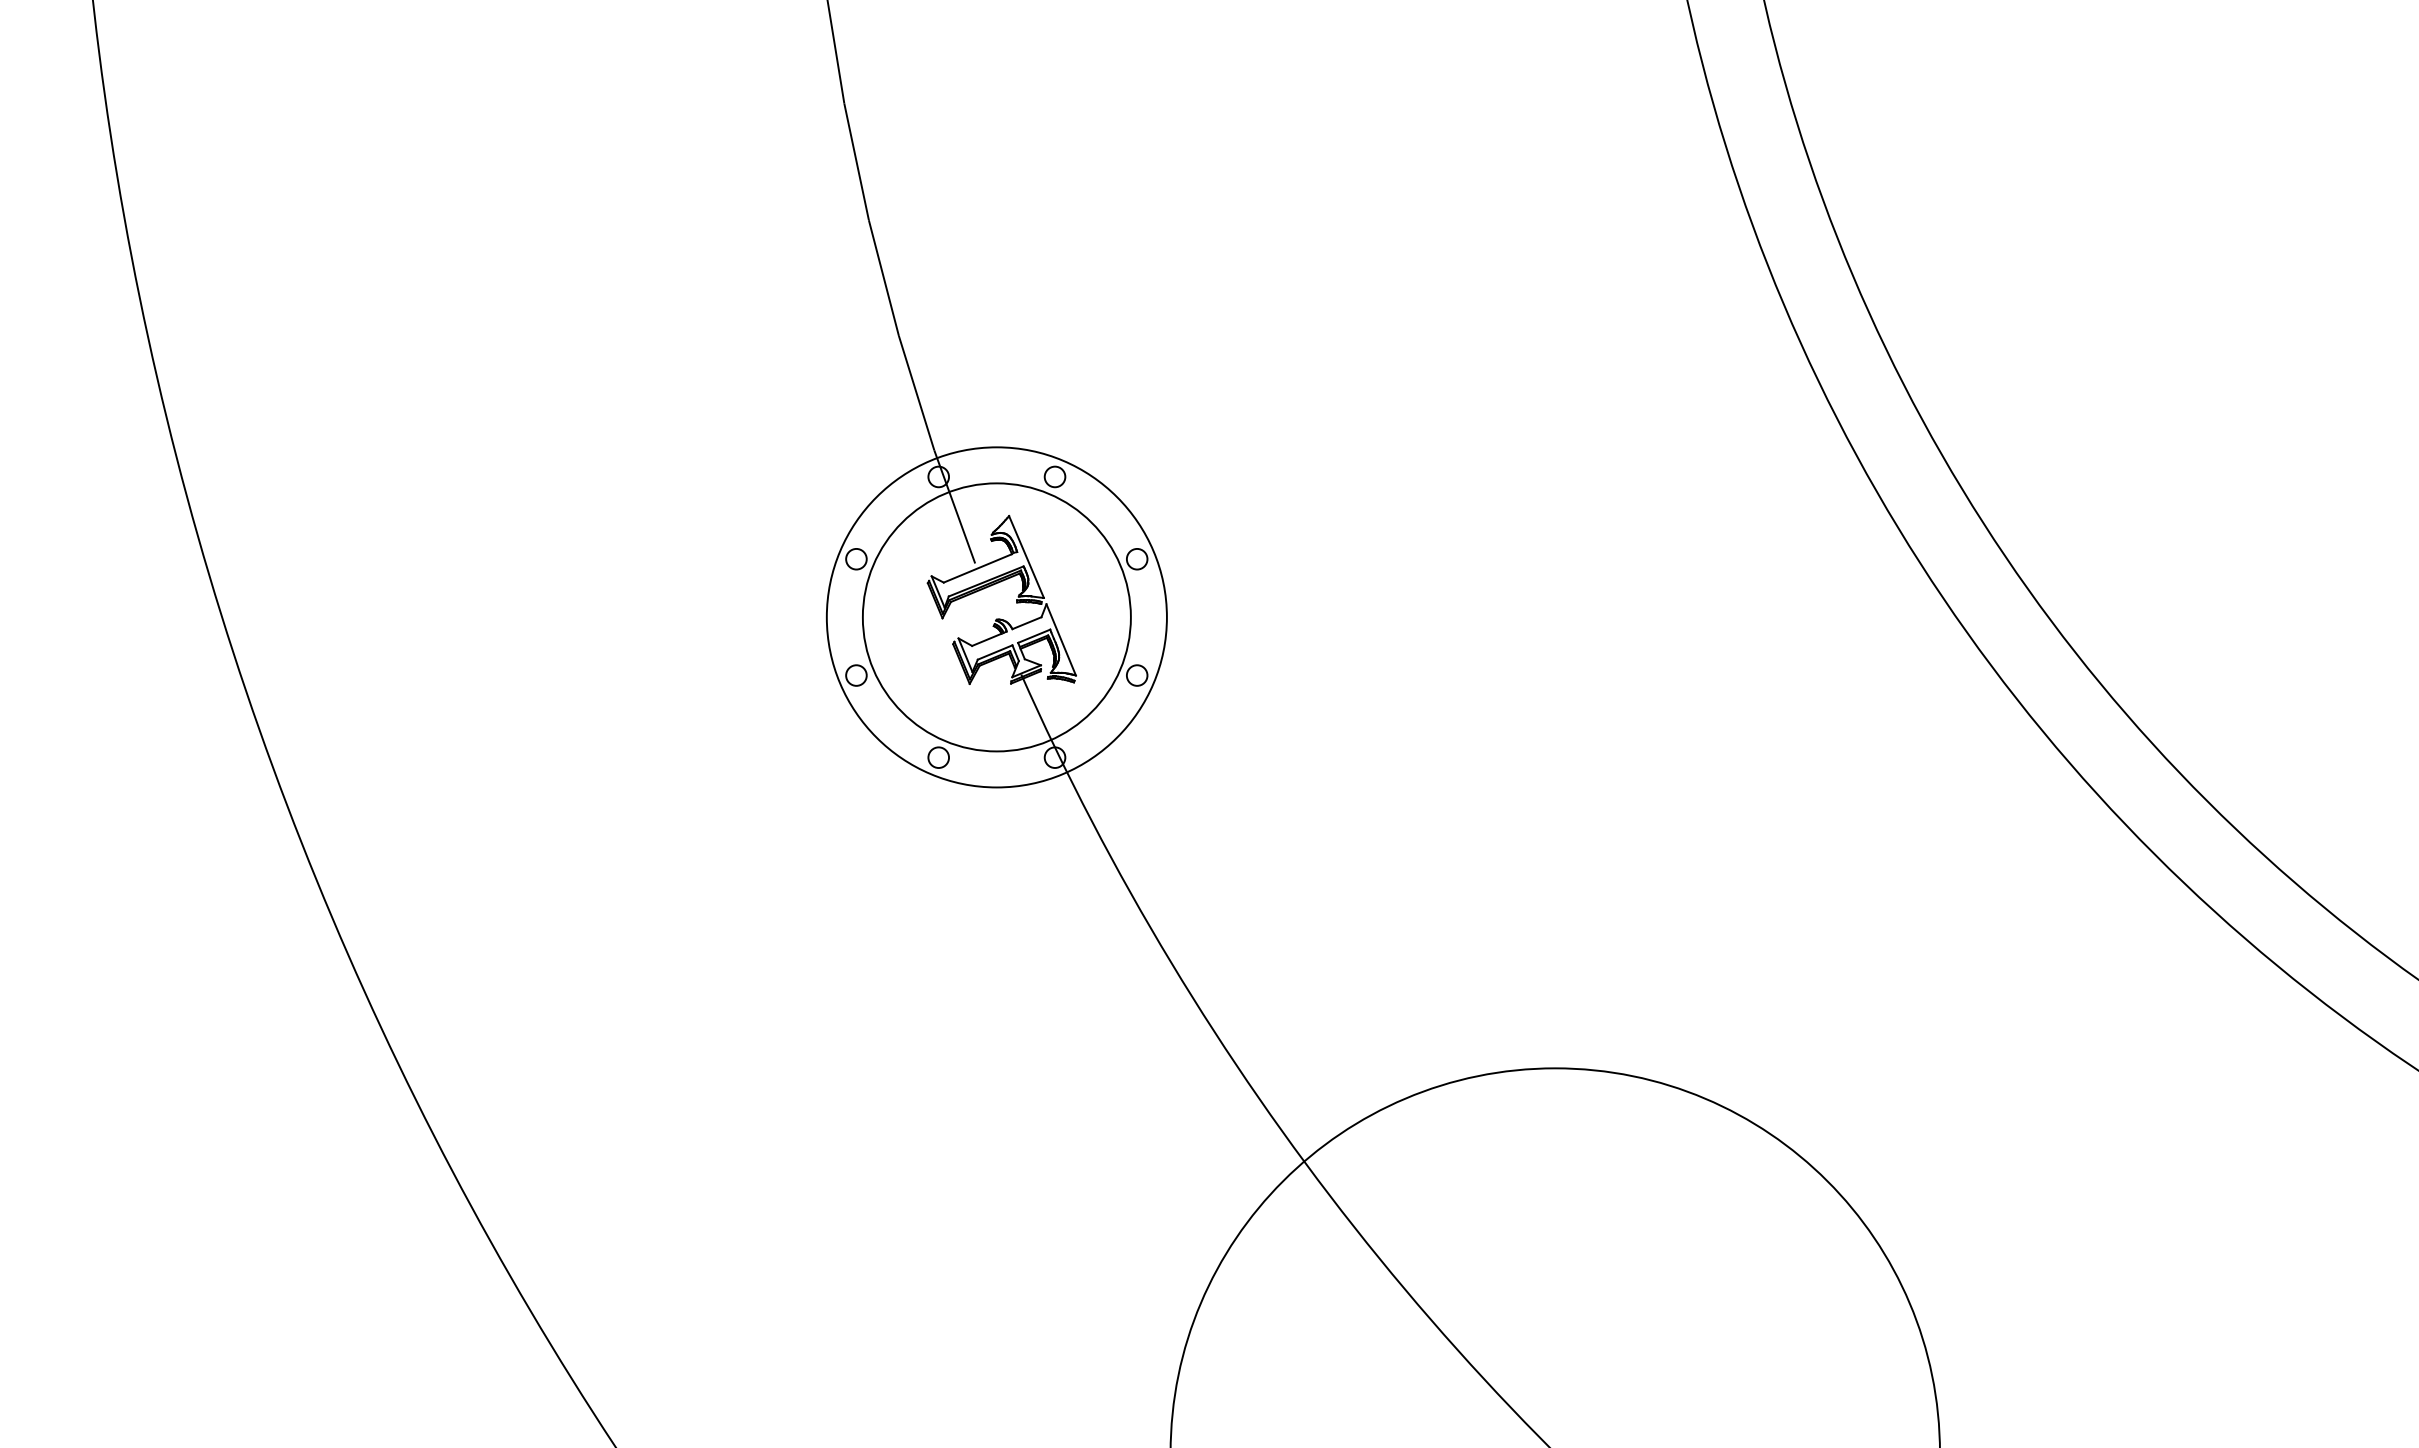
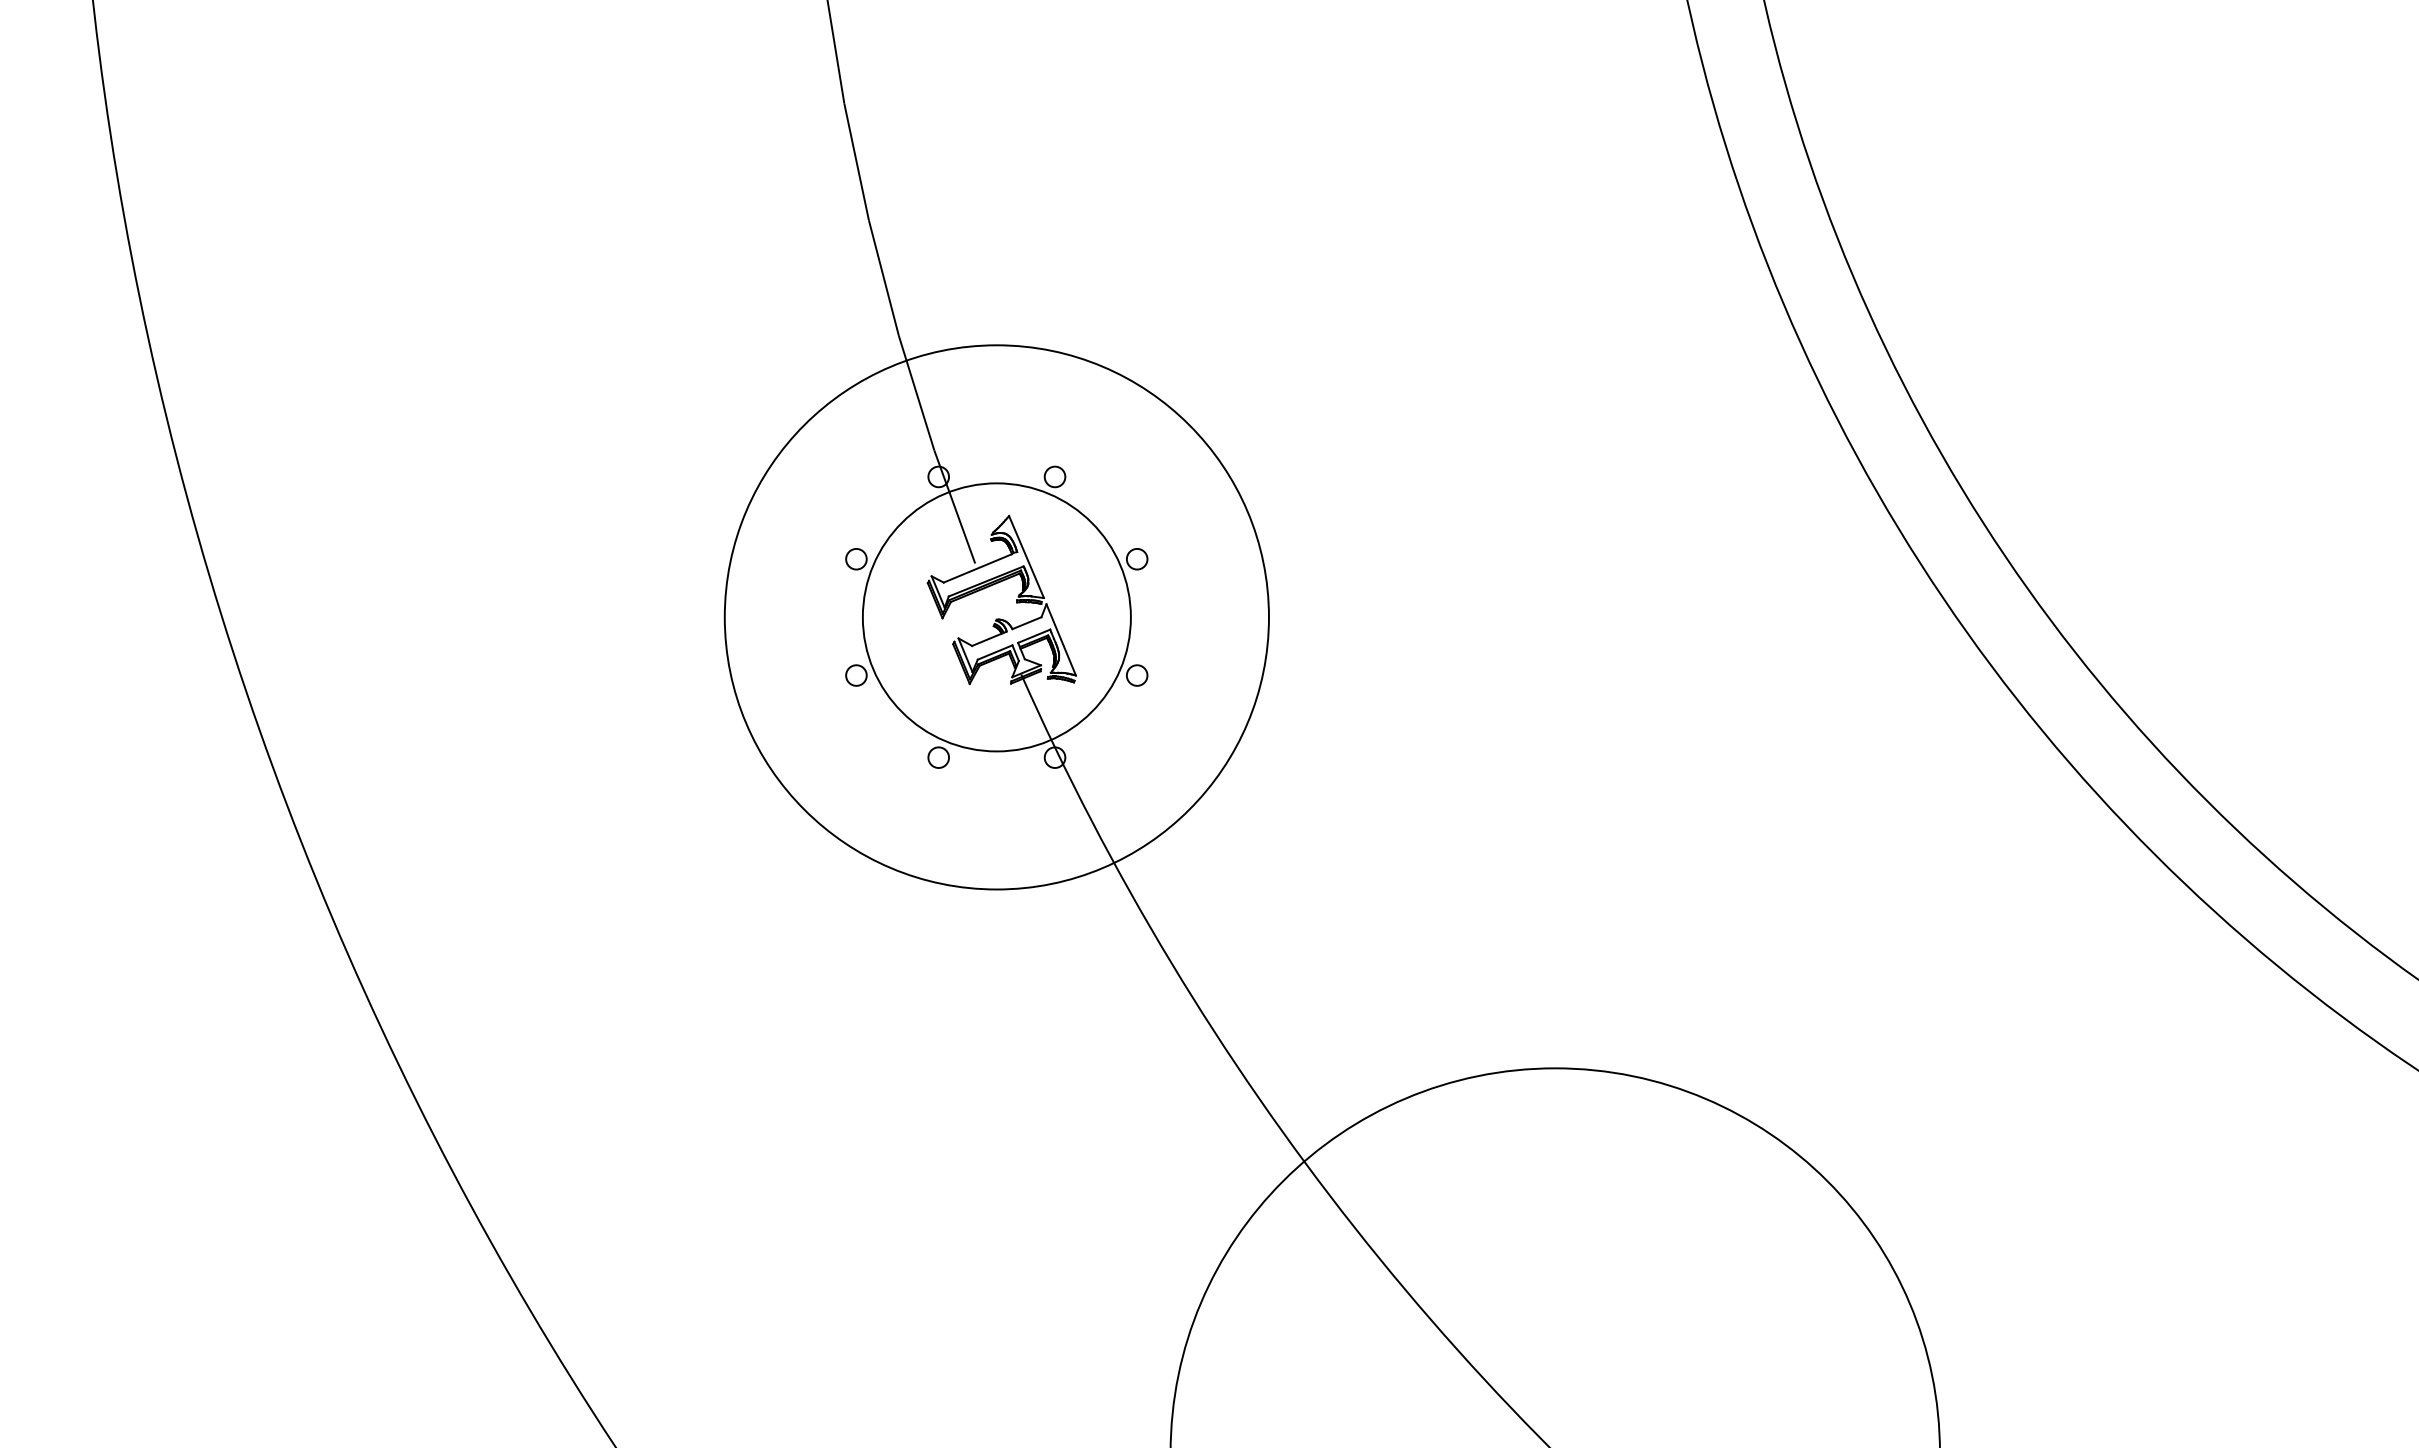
circle at (996, 617) diameter: 340 px -> 544 px
